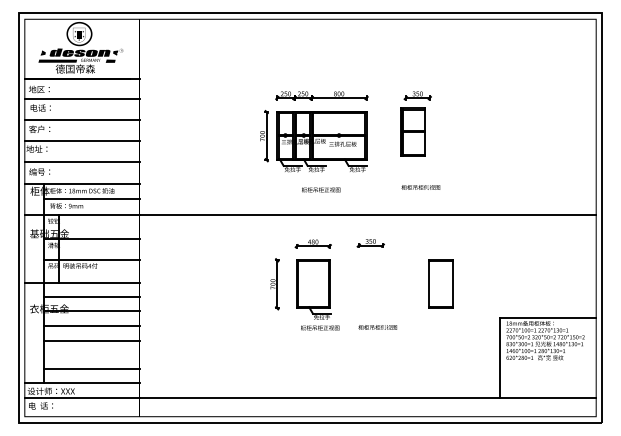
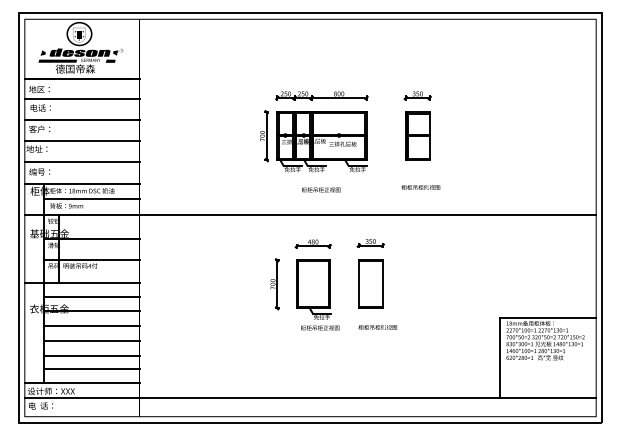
part at (412, 131) position: (412, 131) -> (417, 135)
part at (440, 283) position: (440, 283) -> (370, 283)
line at (91, 355): none -> present
